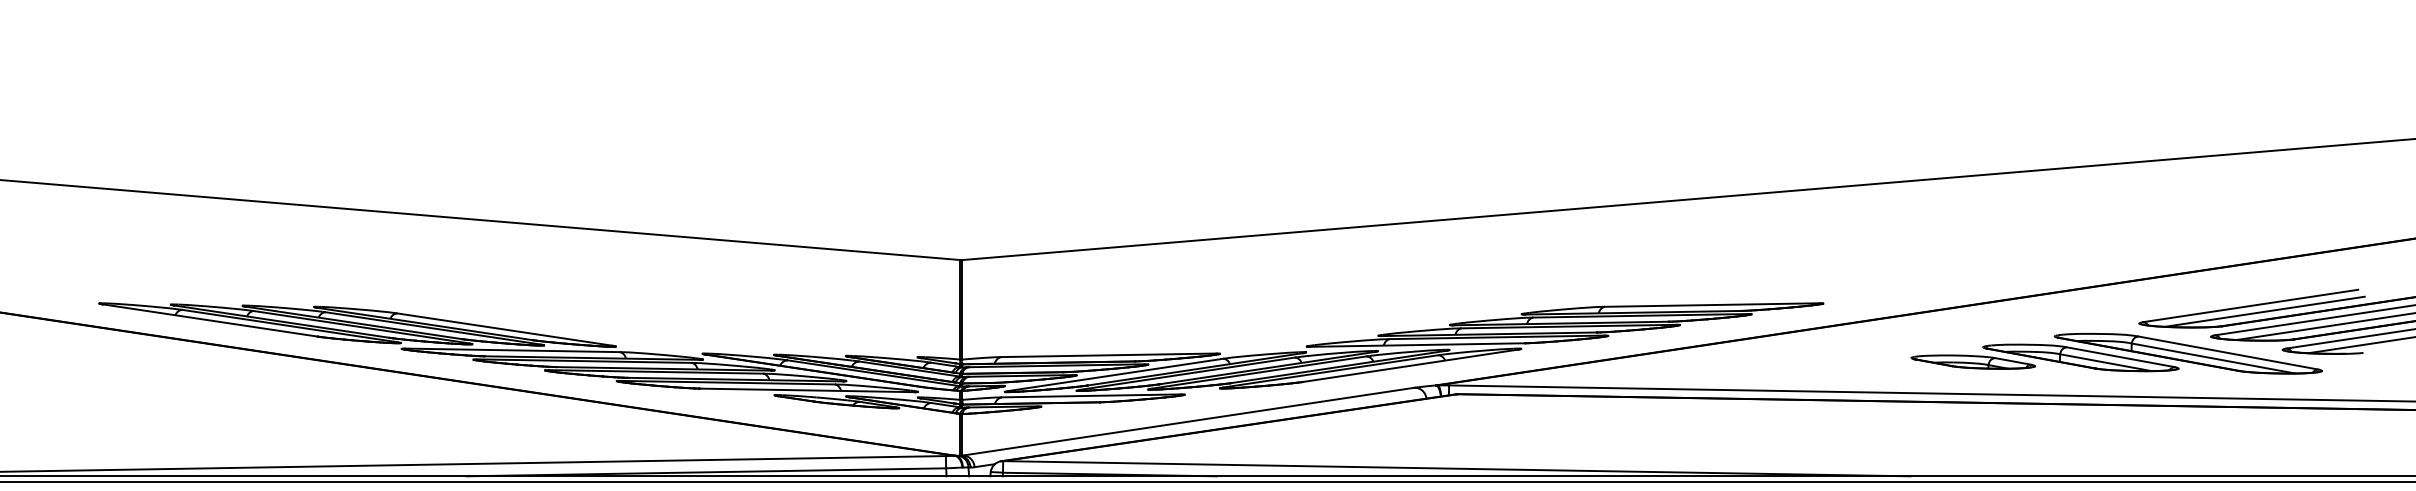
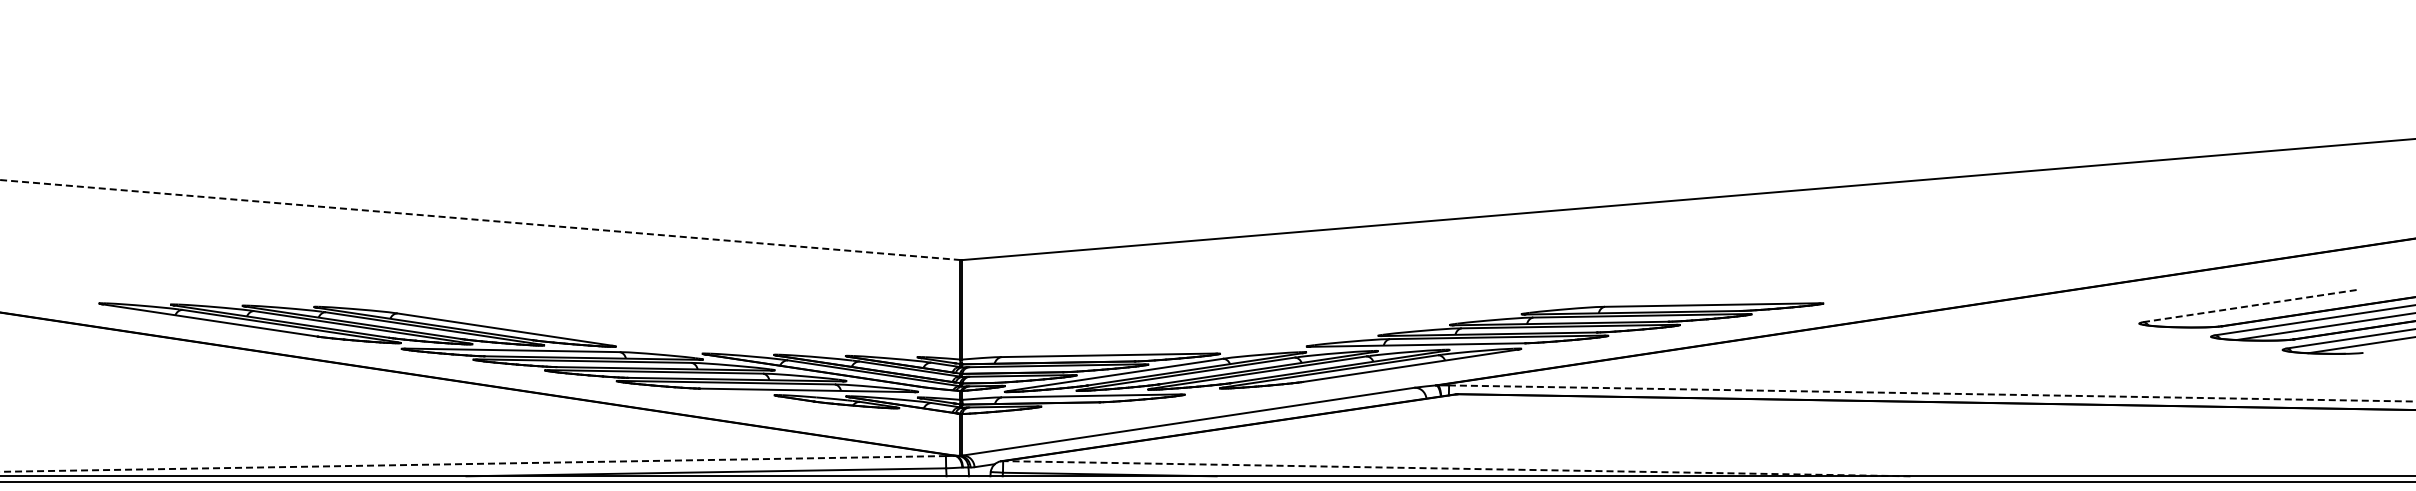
line at (481, 220): solid -> dashed
line at (2250, 305): solid -> dashed
line at (2264, 311): present -> none
part at (2116, 353): present -> none
line at (1931, 393): solid -> dashed
line at (473, 463): solid -> dashed
line at (1456, 468): solid -> dashed
